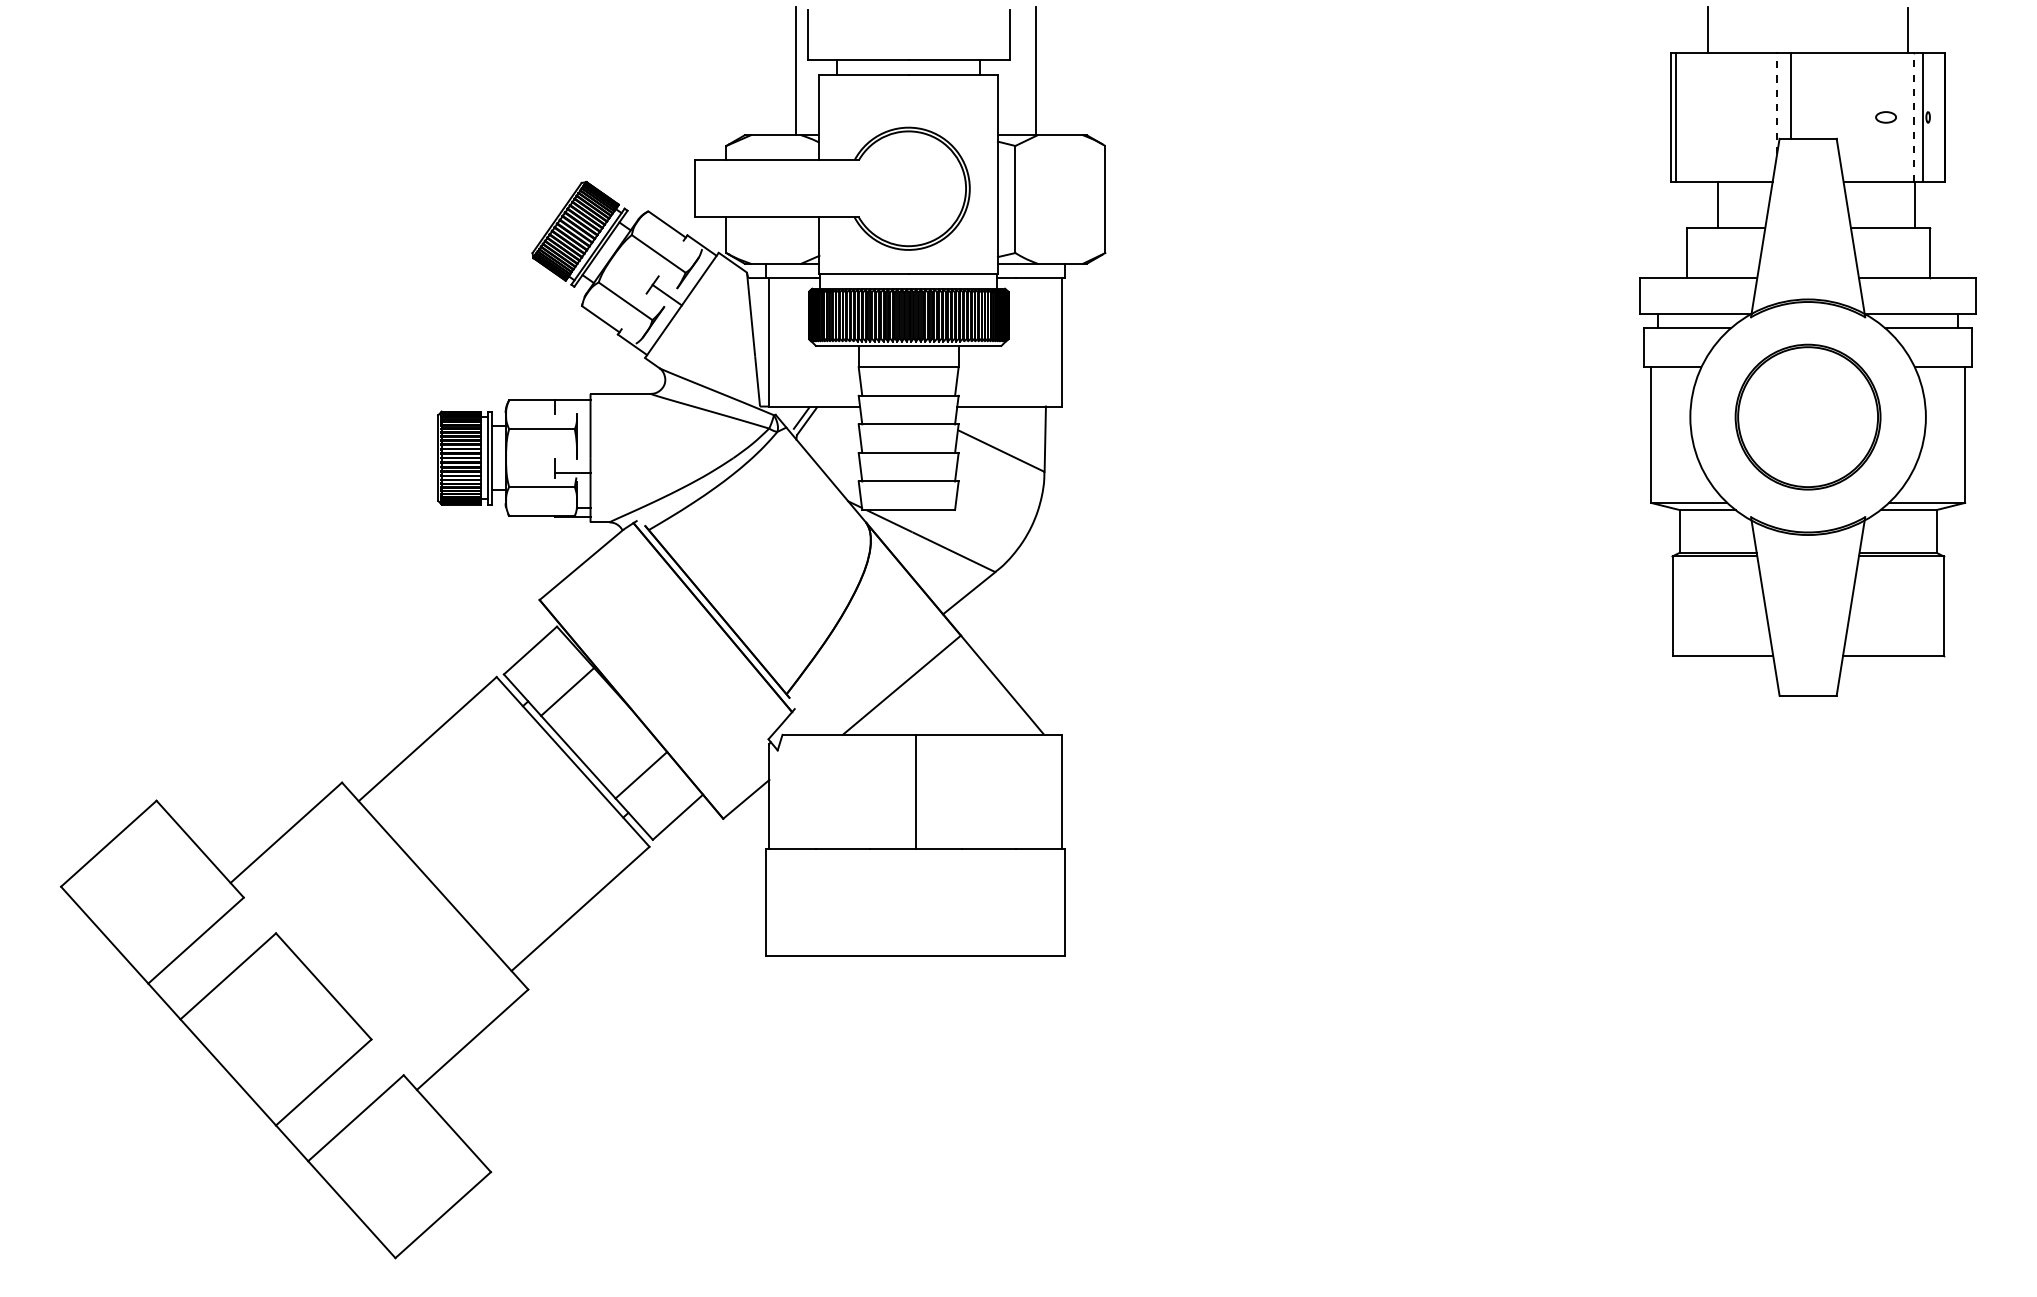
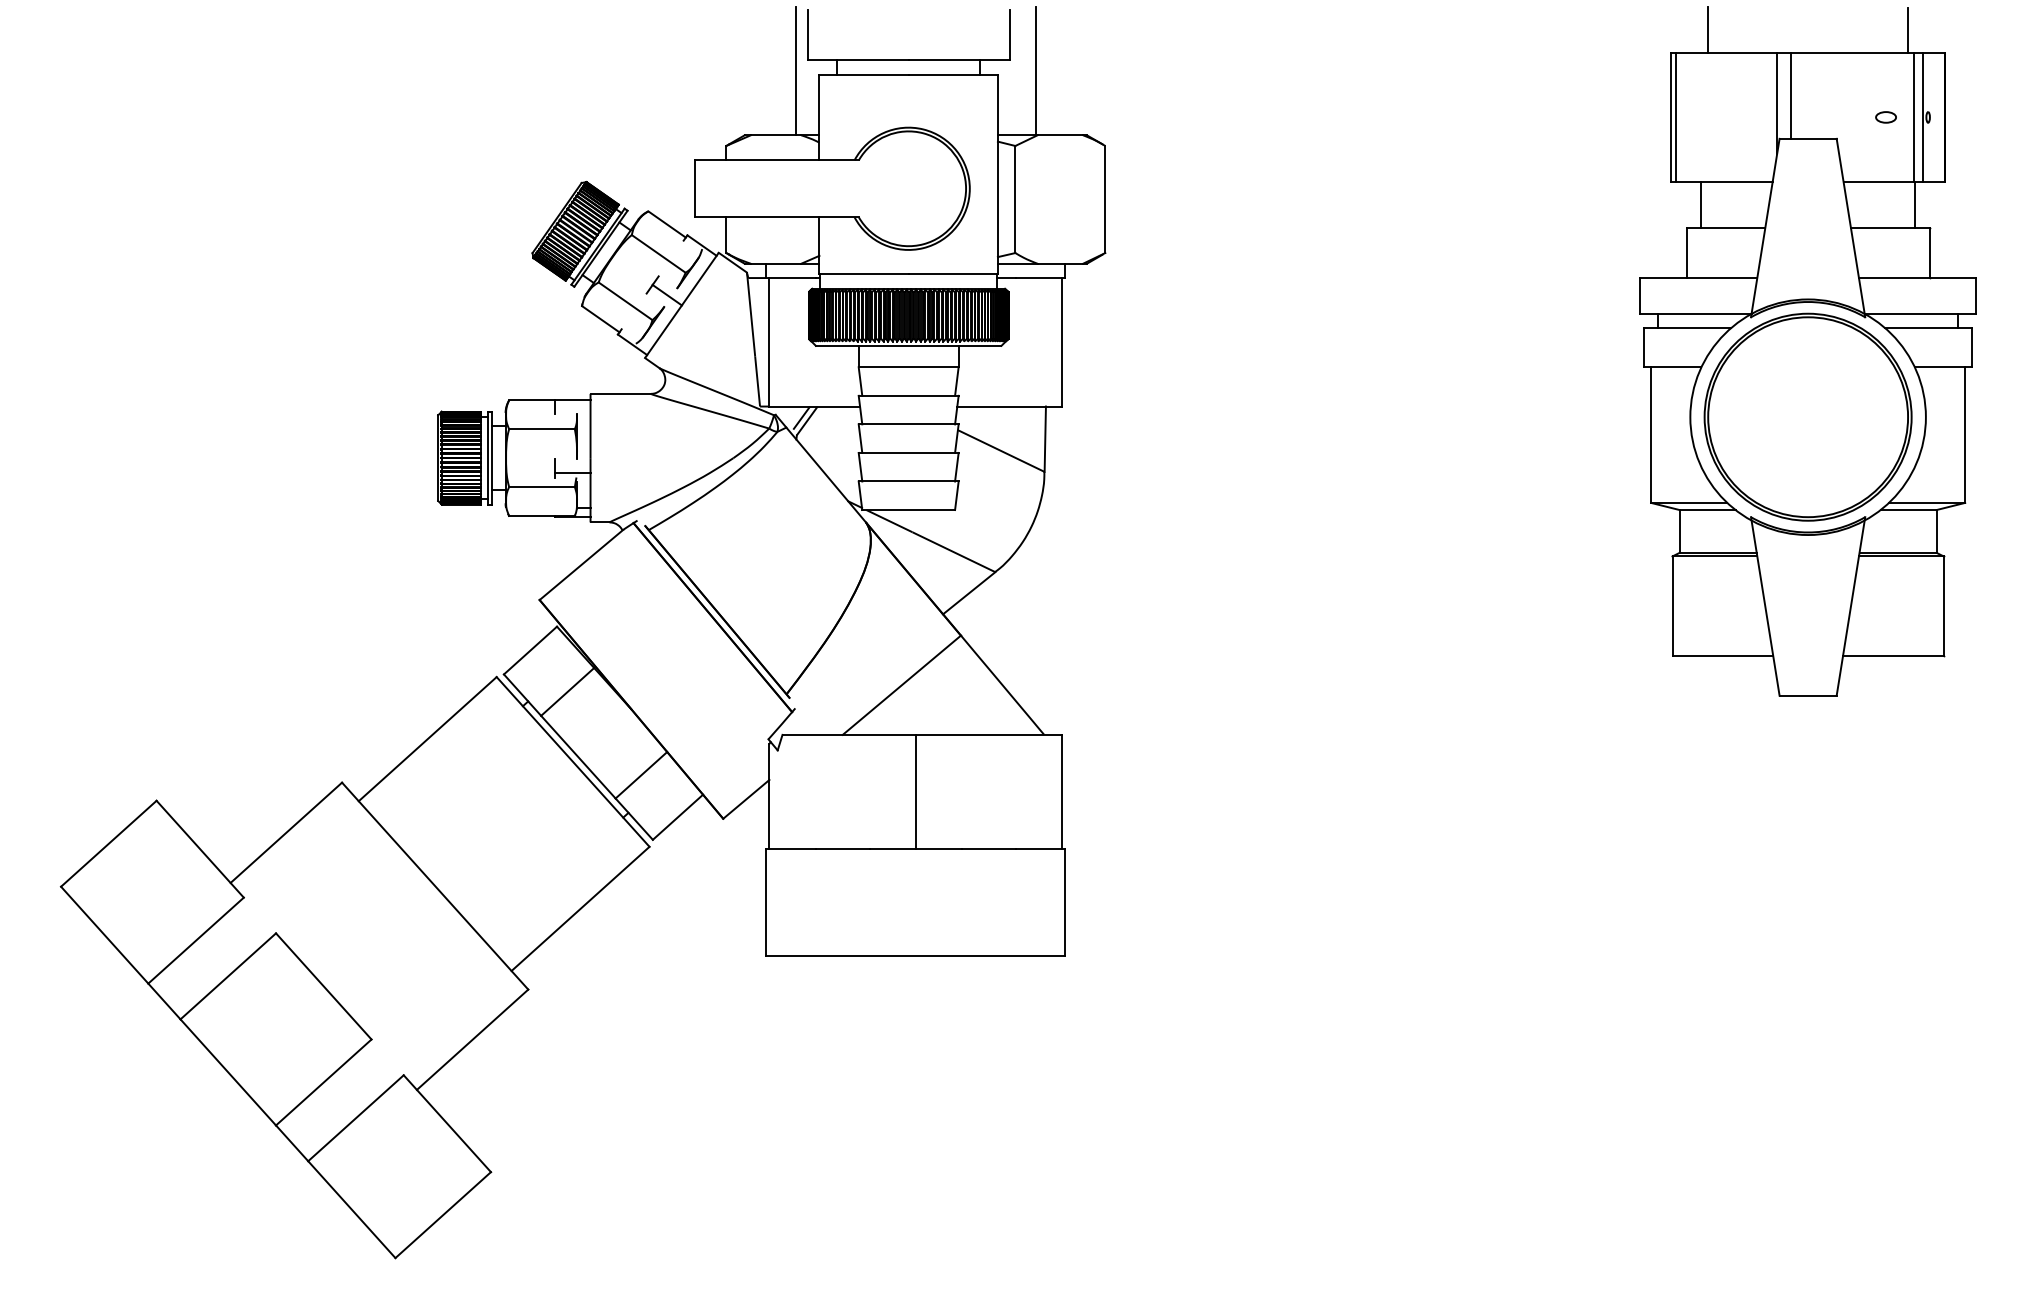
line at (1777, 103): dashed -> solid
line at (1914, 116): dashed -> solid
line at (1718, 204) position: (1718, 204) -> (1701, 204)
part at (1807, 416) size: 148x148 px -> 210x210 px
